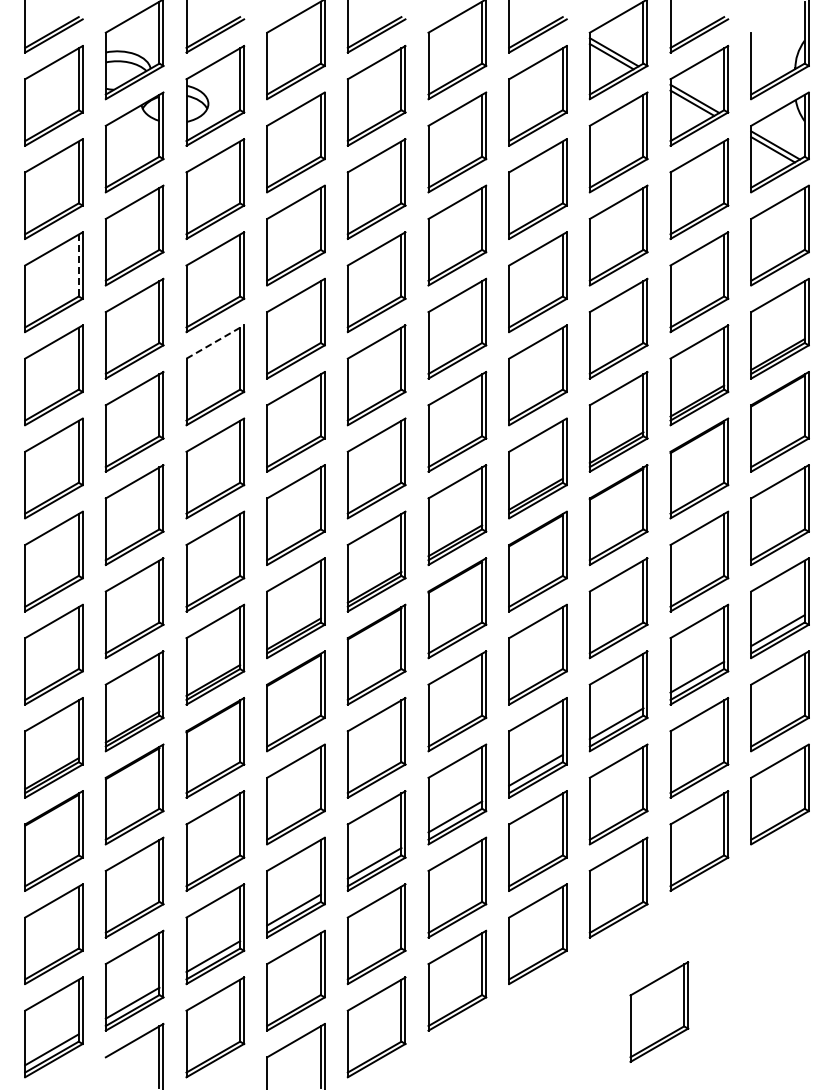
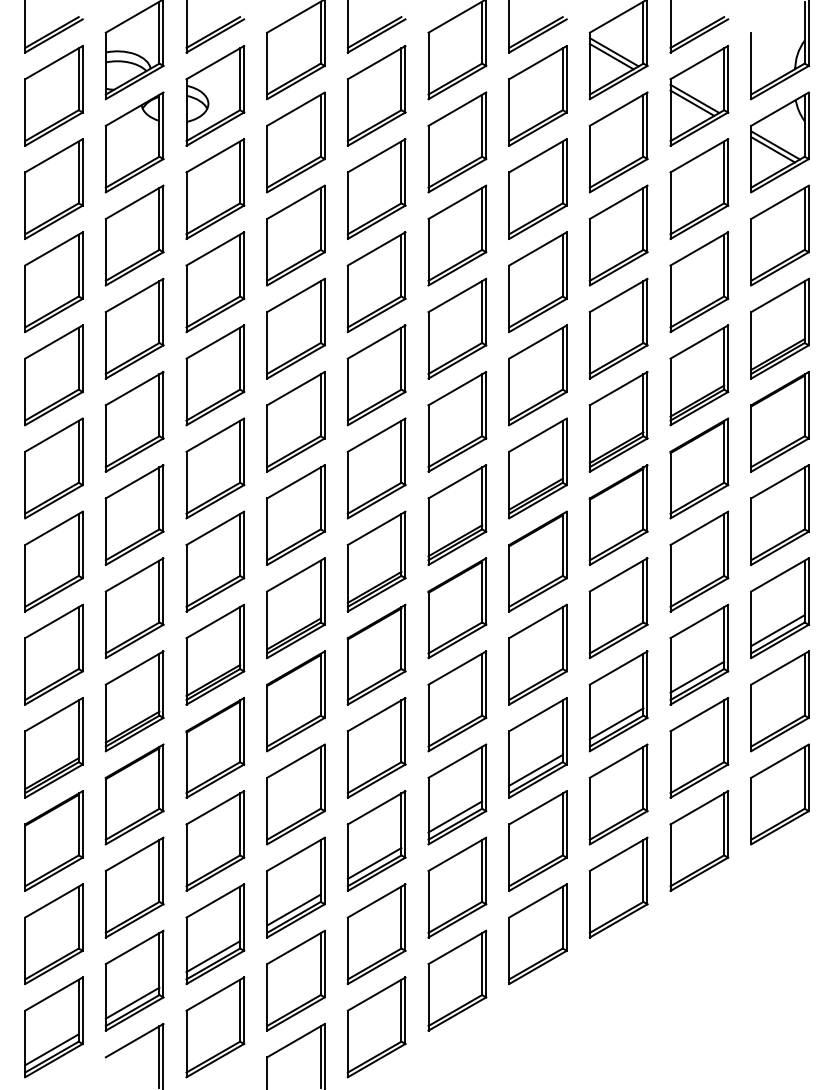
line at (78, 265): dashed -> solid
line at (215, 341): dashed -> solid
part at (659, 1011): present -> none
